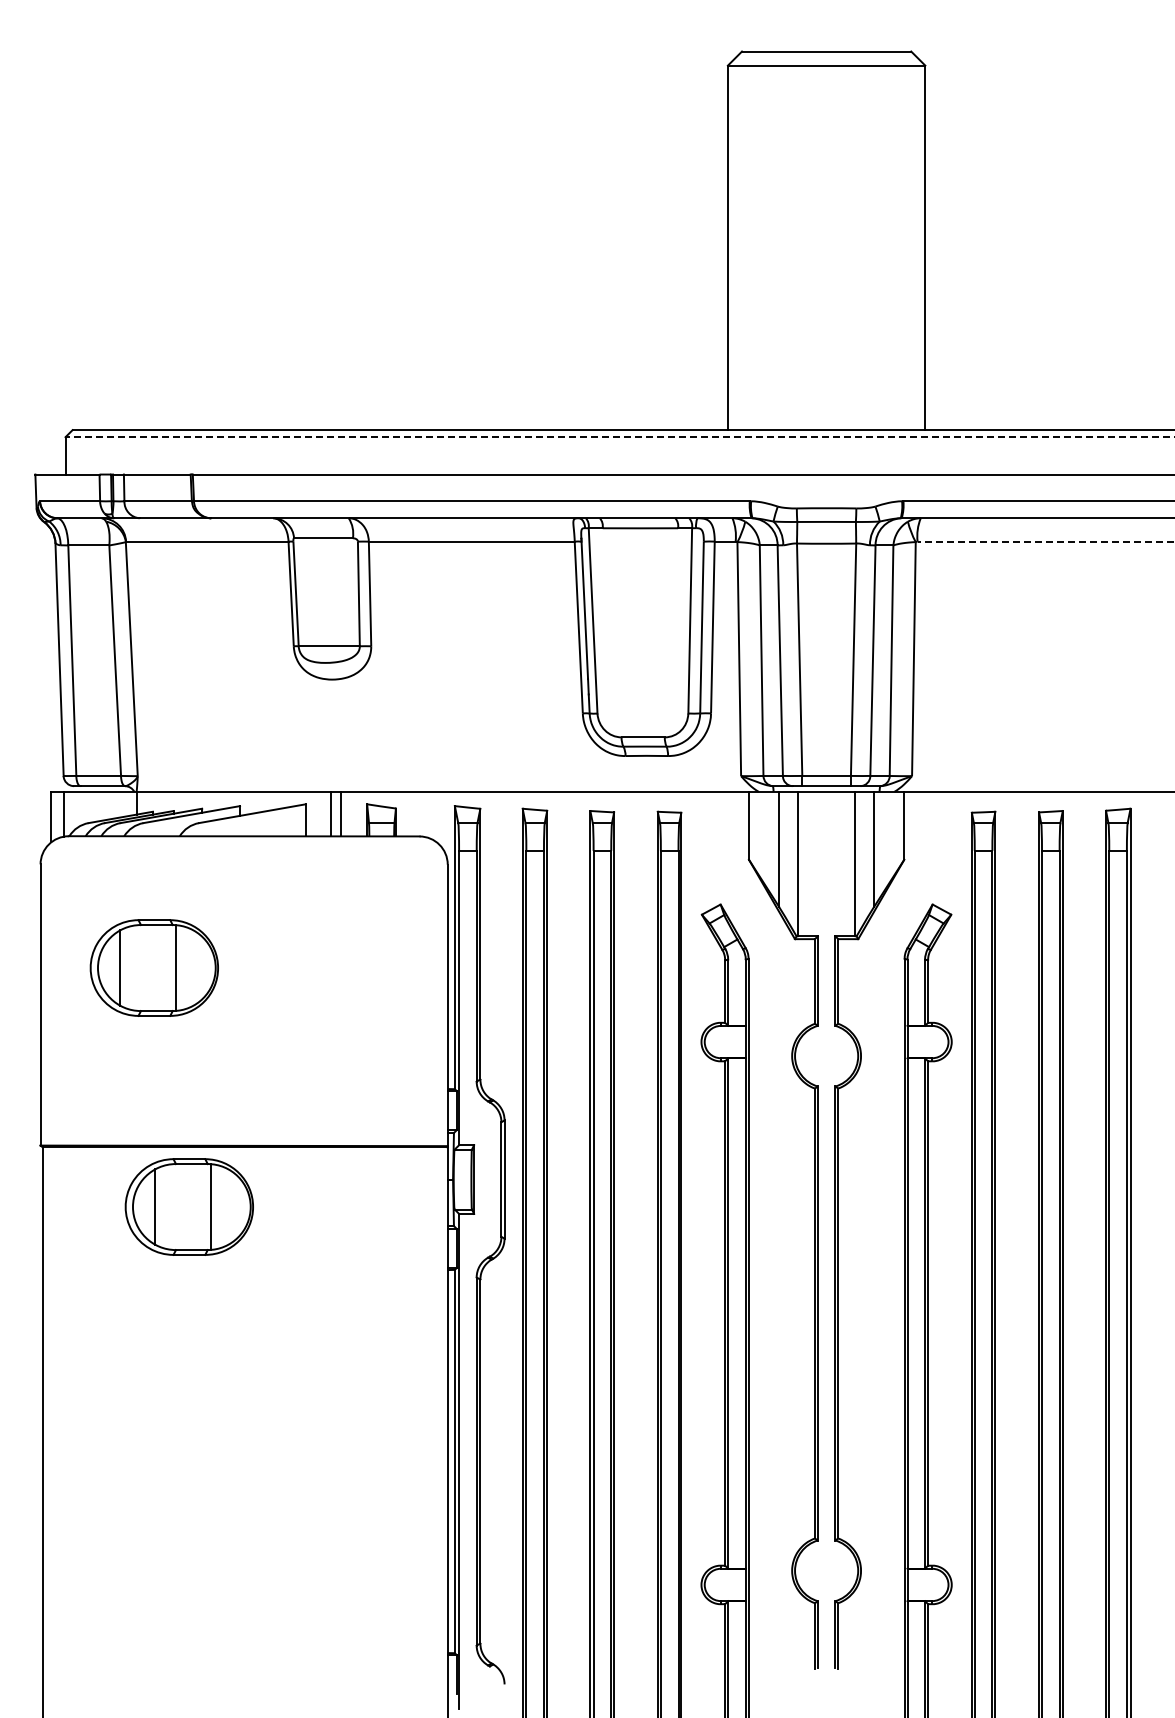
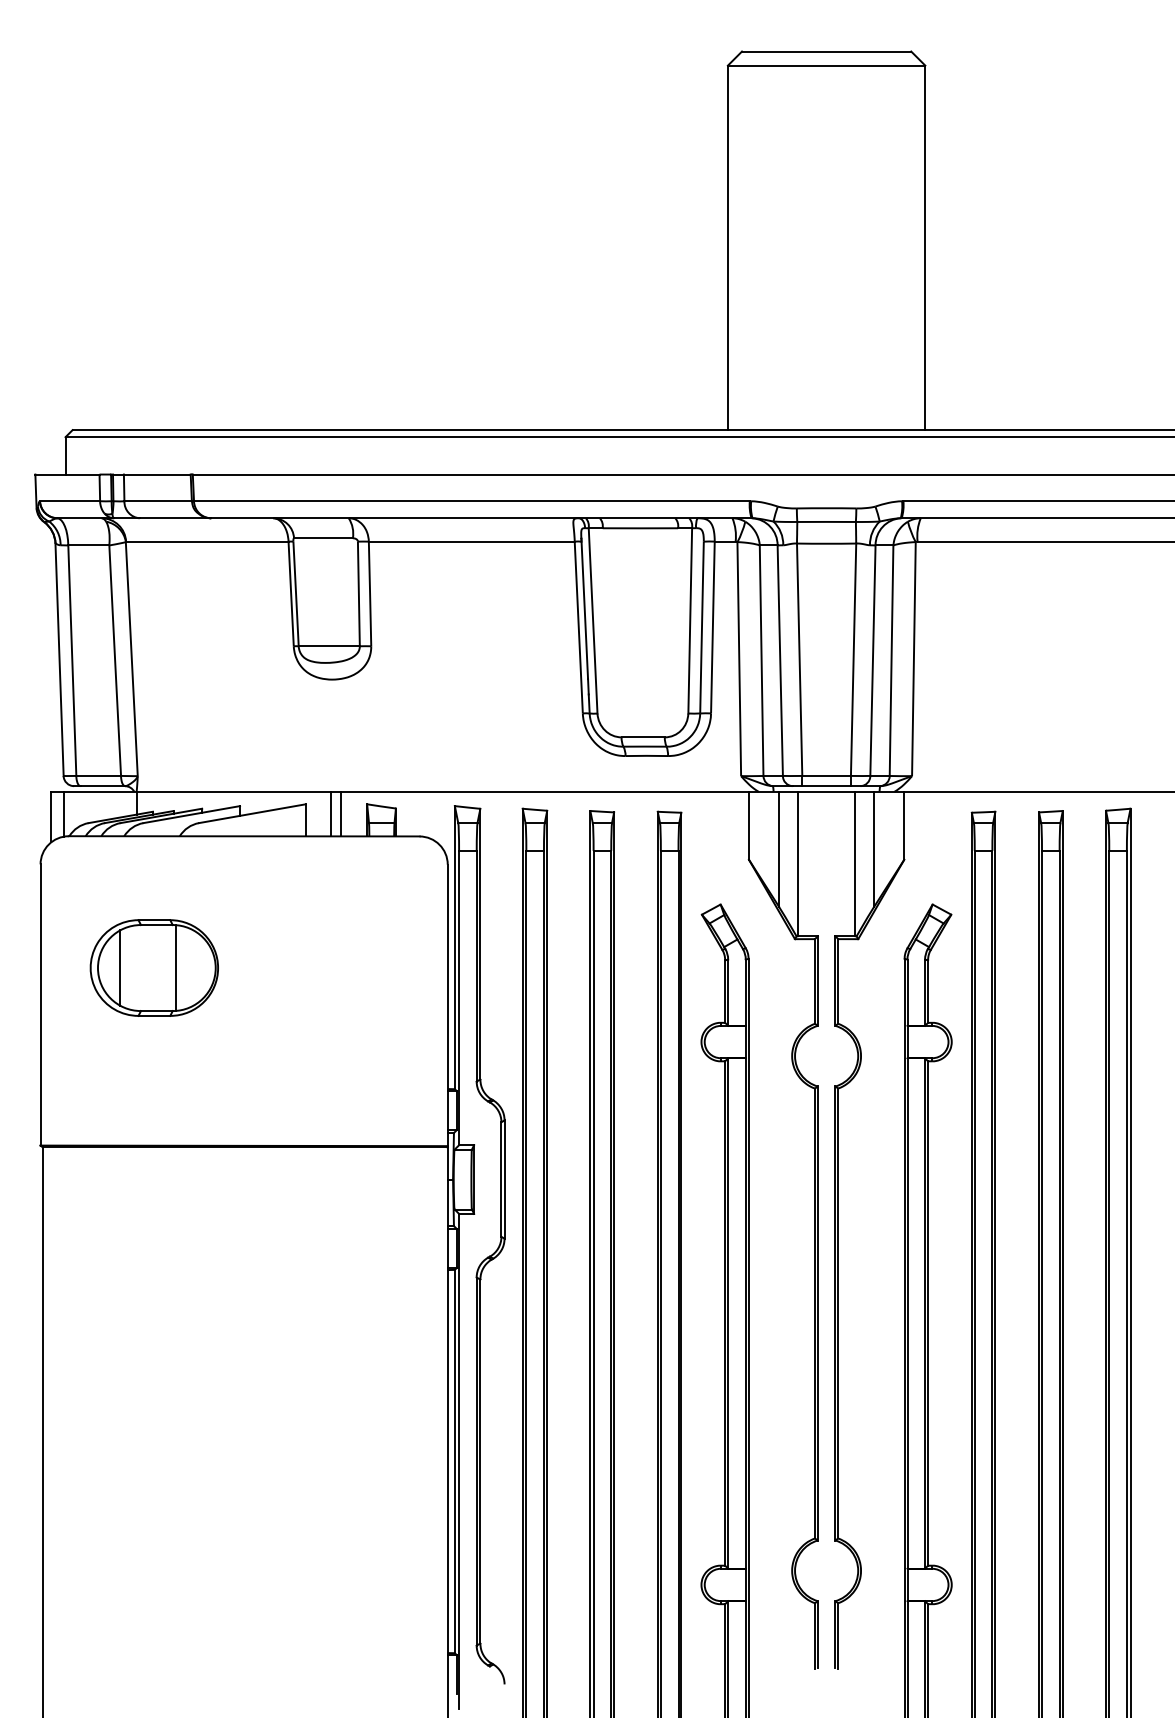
line at (620, 437): dashed -> solid
line at (1045, 541): dashed -> solid
part at (188, 1206): present -> none
